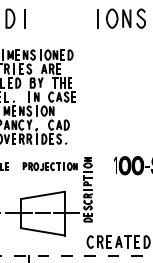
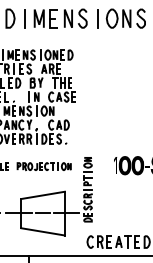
part at (60, 18): none -> present
part at (49, 166) position: (49, 166) -> (43, 166)
line at (76, 255): dashed -> solid
